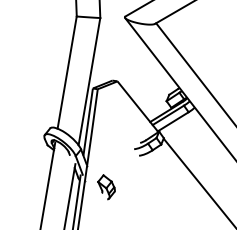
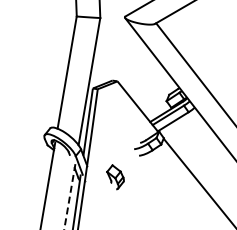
part at (106, 187) position: (106, 187) -> (115, 177)
line at (69, 196): solid -> dashed
